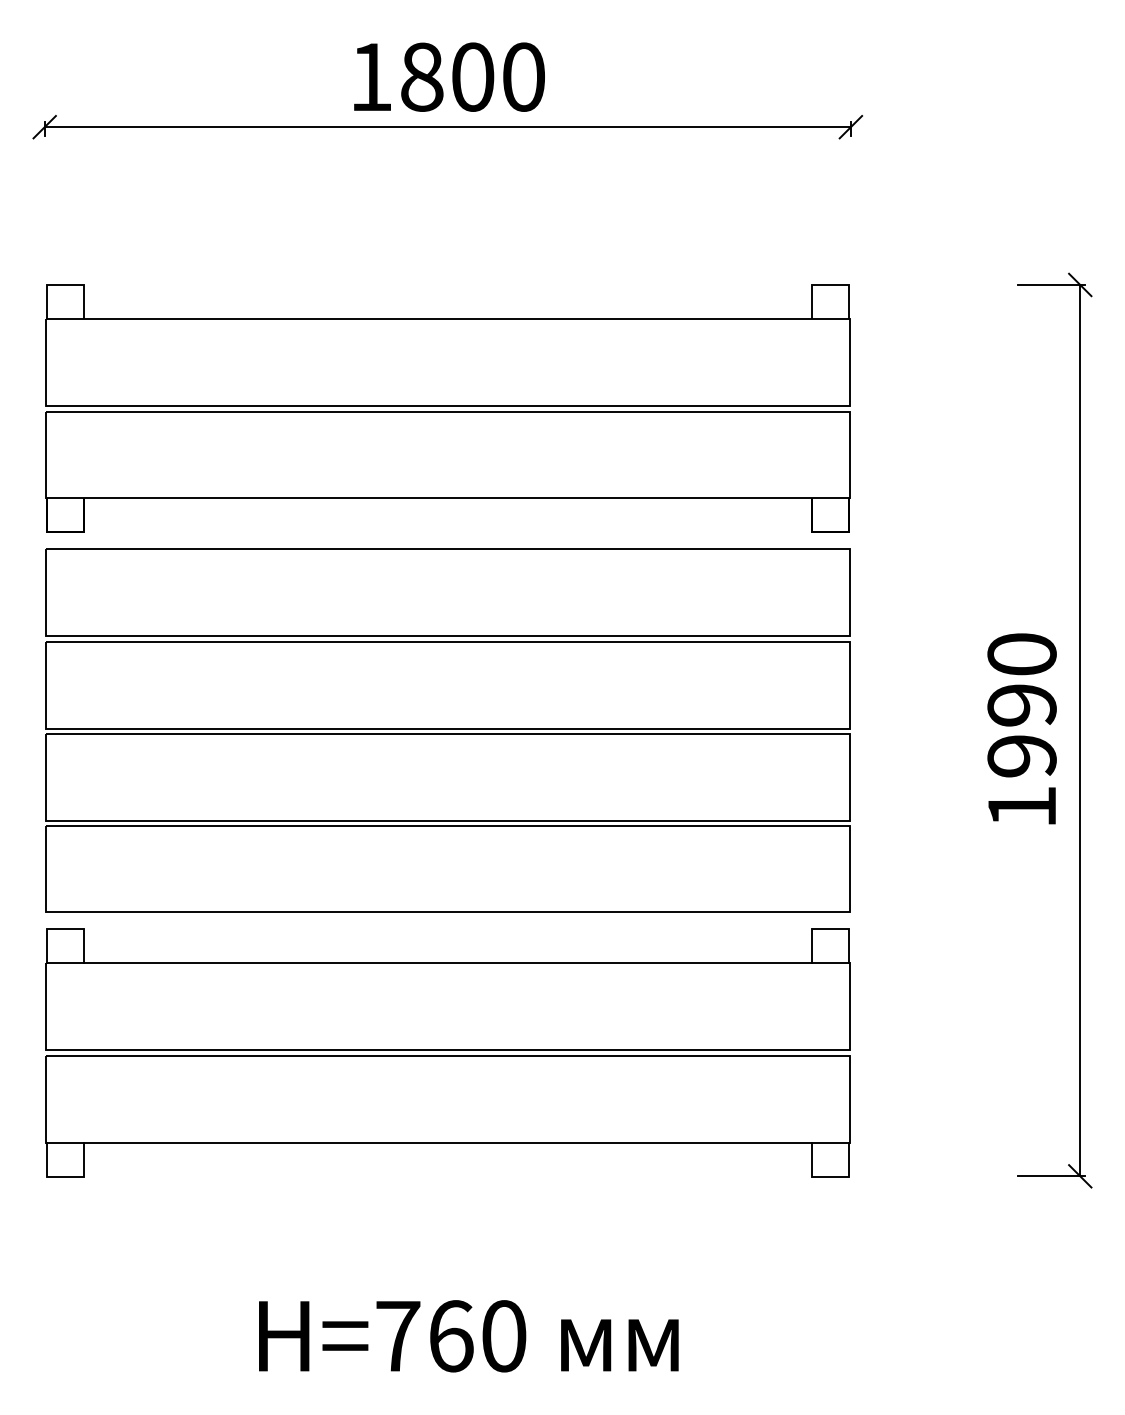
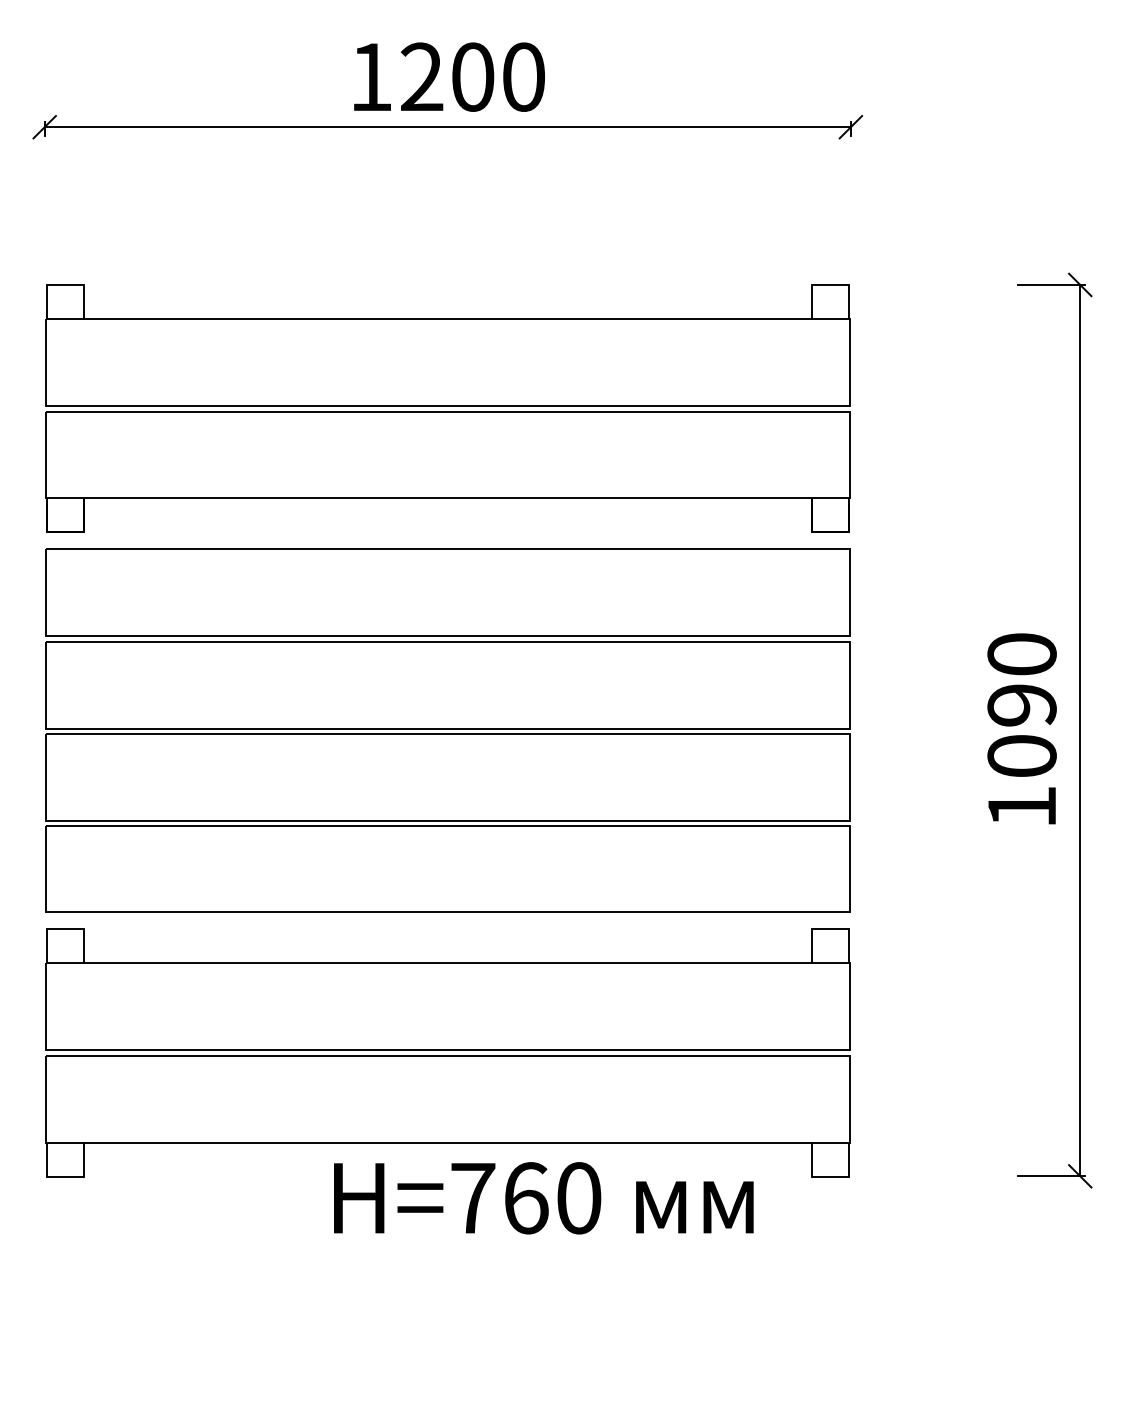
text at (421, 76): 1800 -> 1200
text at (1021, 756): 1990 -> 1090
text at (468, 1336) position: (468, 1336) -> (543, 1198)
